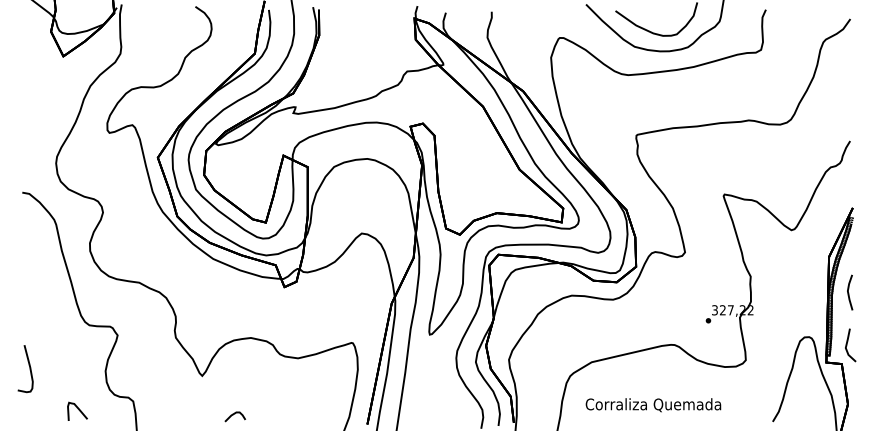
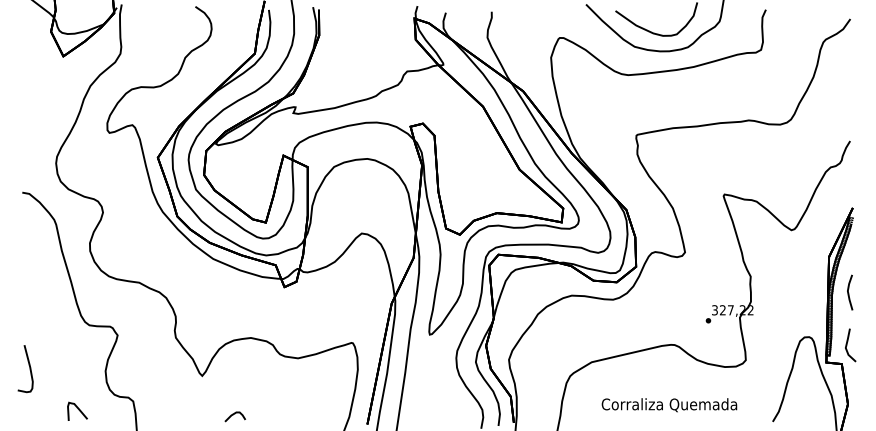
text at (653, 405) position: (653, 405) -> (669, 405)
